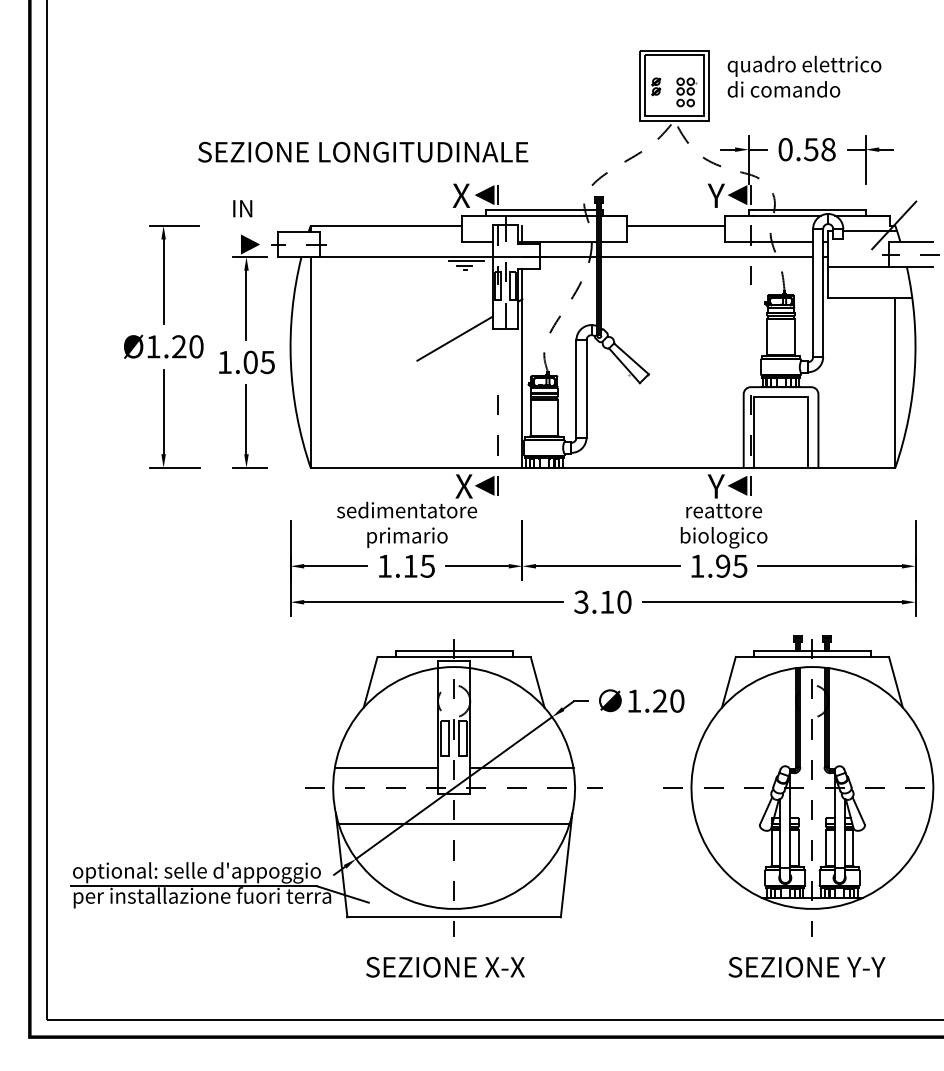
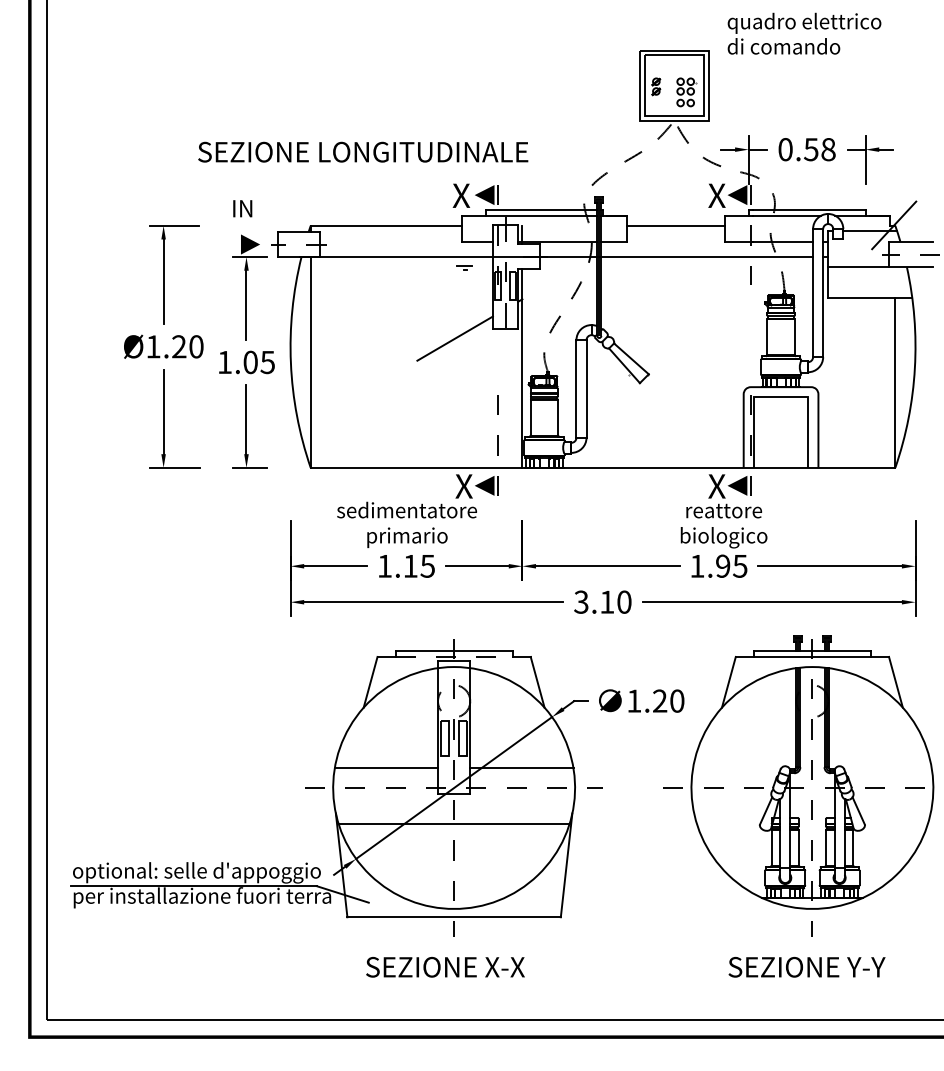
text at (804, 76) position: (804, 76) -> (804, 33)
text at (716, 195): Y -> X
line at (466, 260): present -> none
text at (716, 486): Y -> X
line at (454, 656): solid -> dashed
